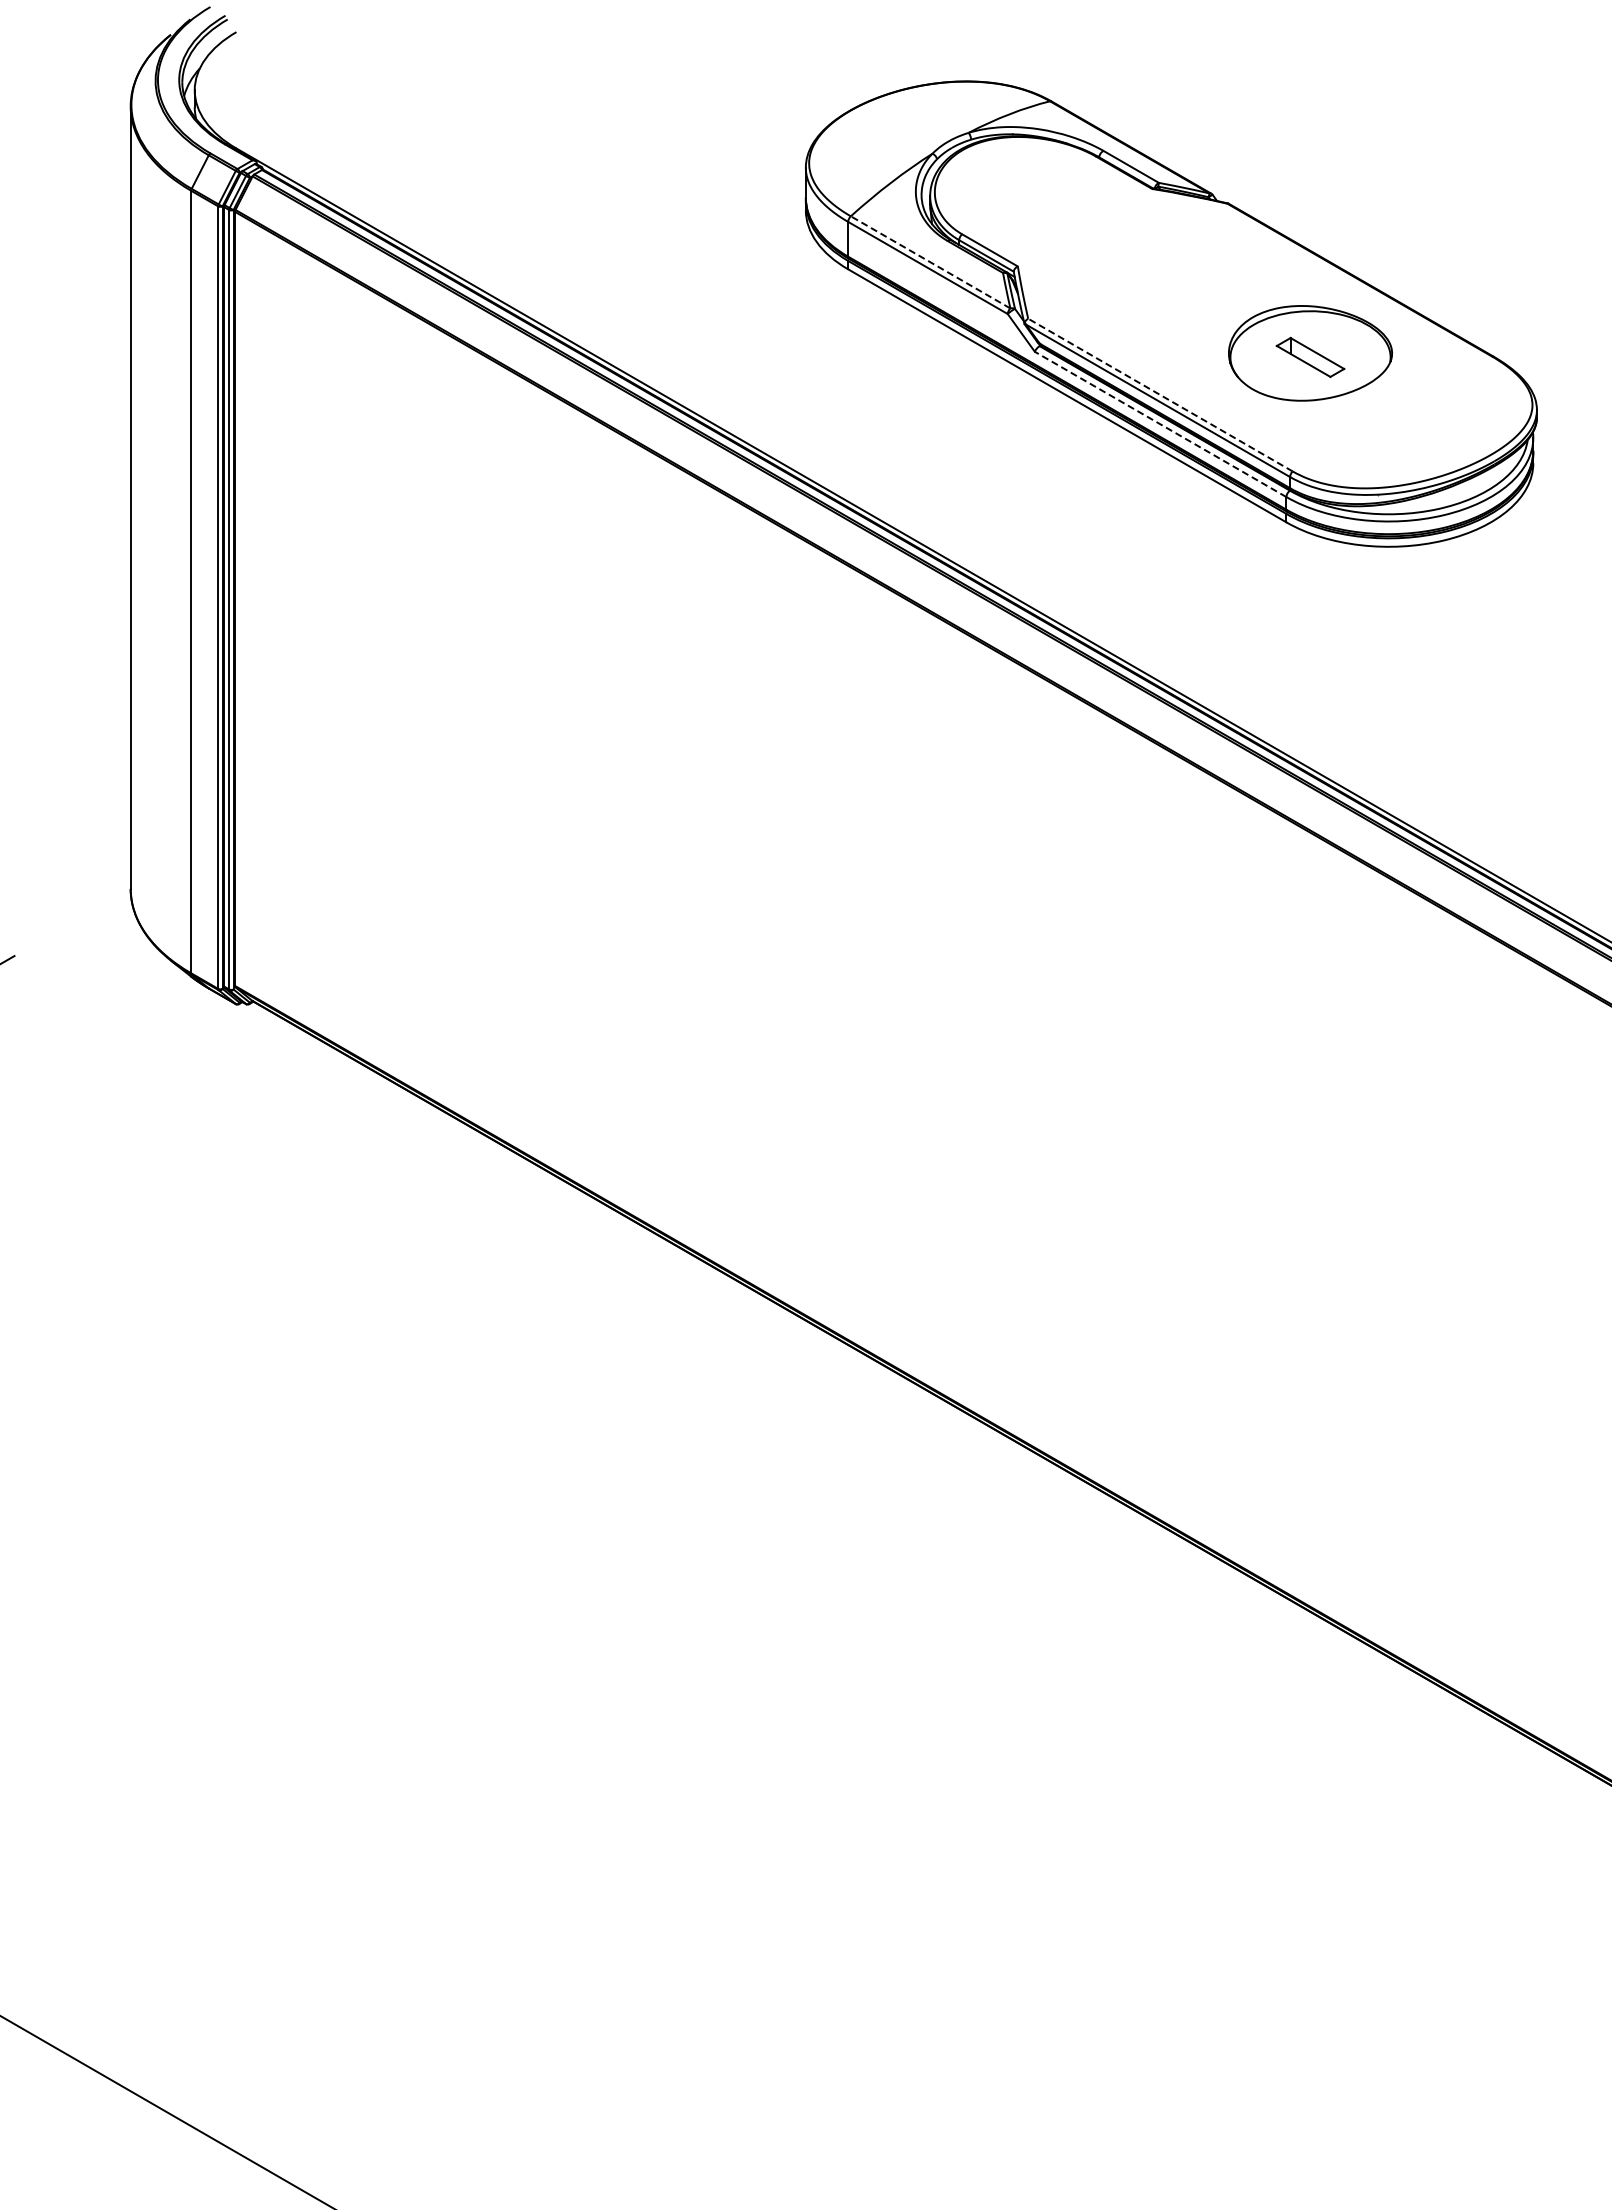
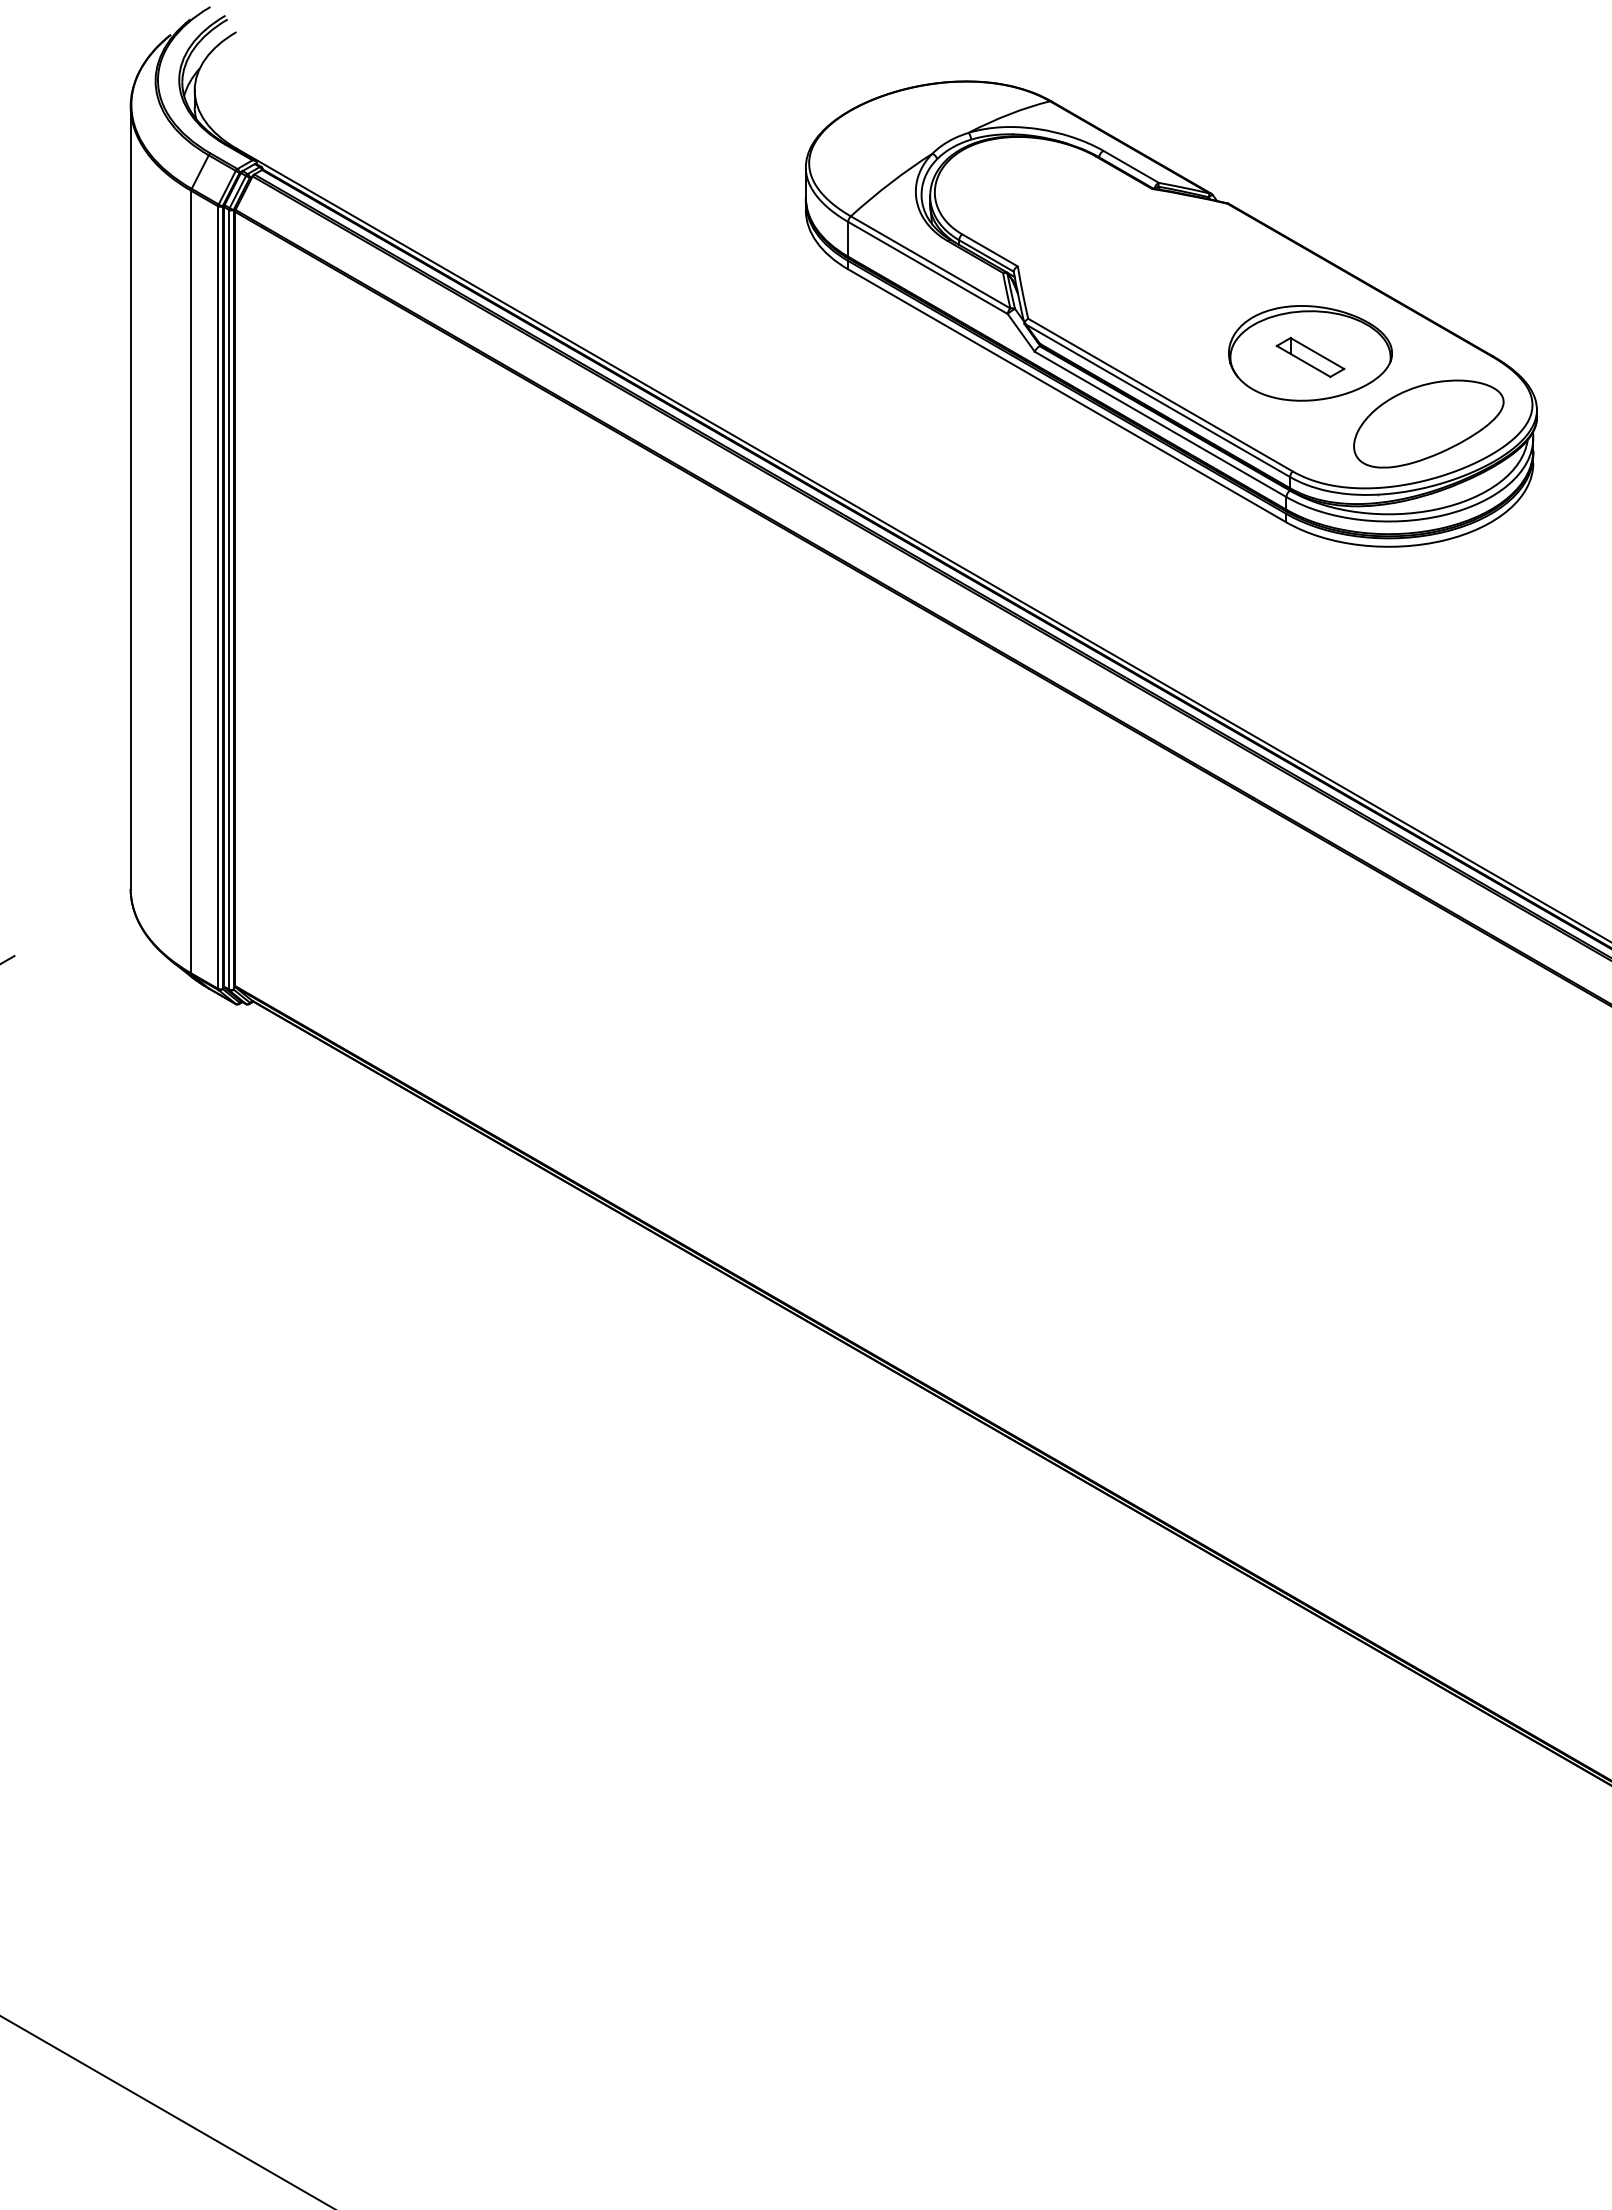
line at (930, 262): dashed -> solid
line at (1160, 395): dashed -> solid
part at (1428, 423): none -> present
line at (1160, 424): dashed -> solid
